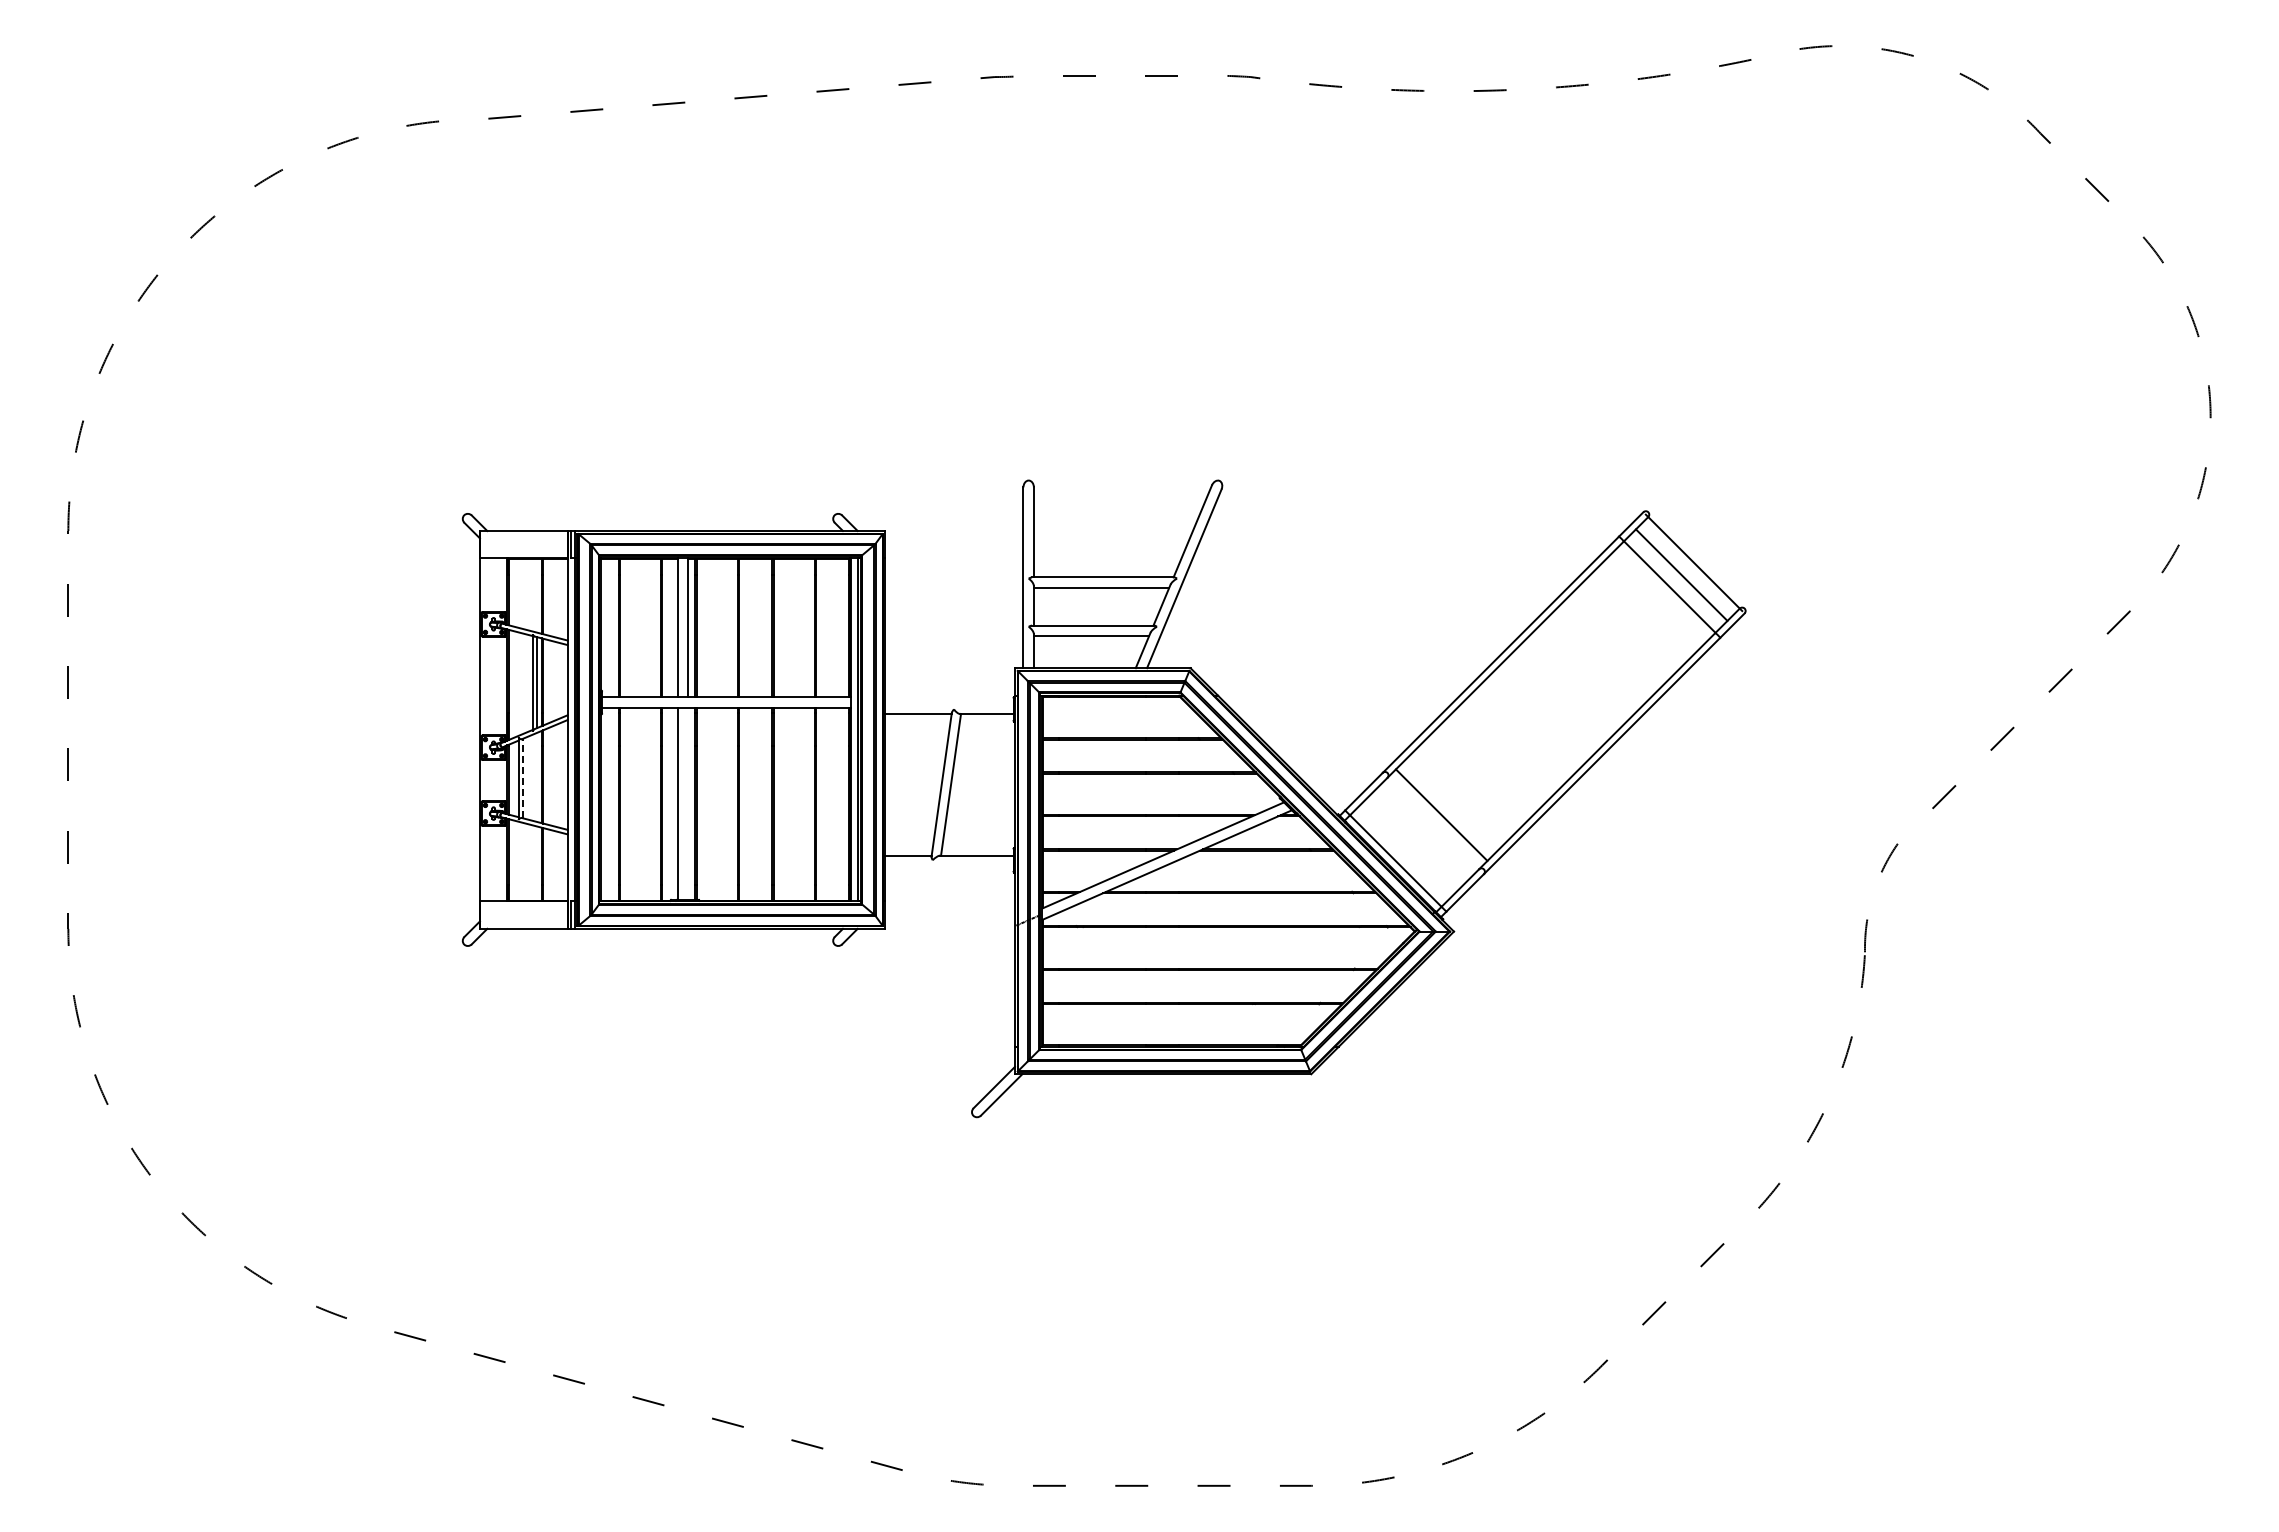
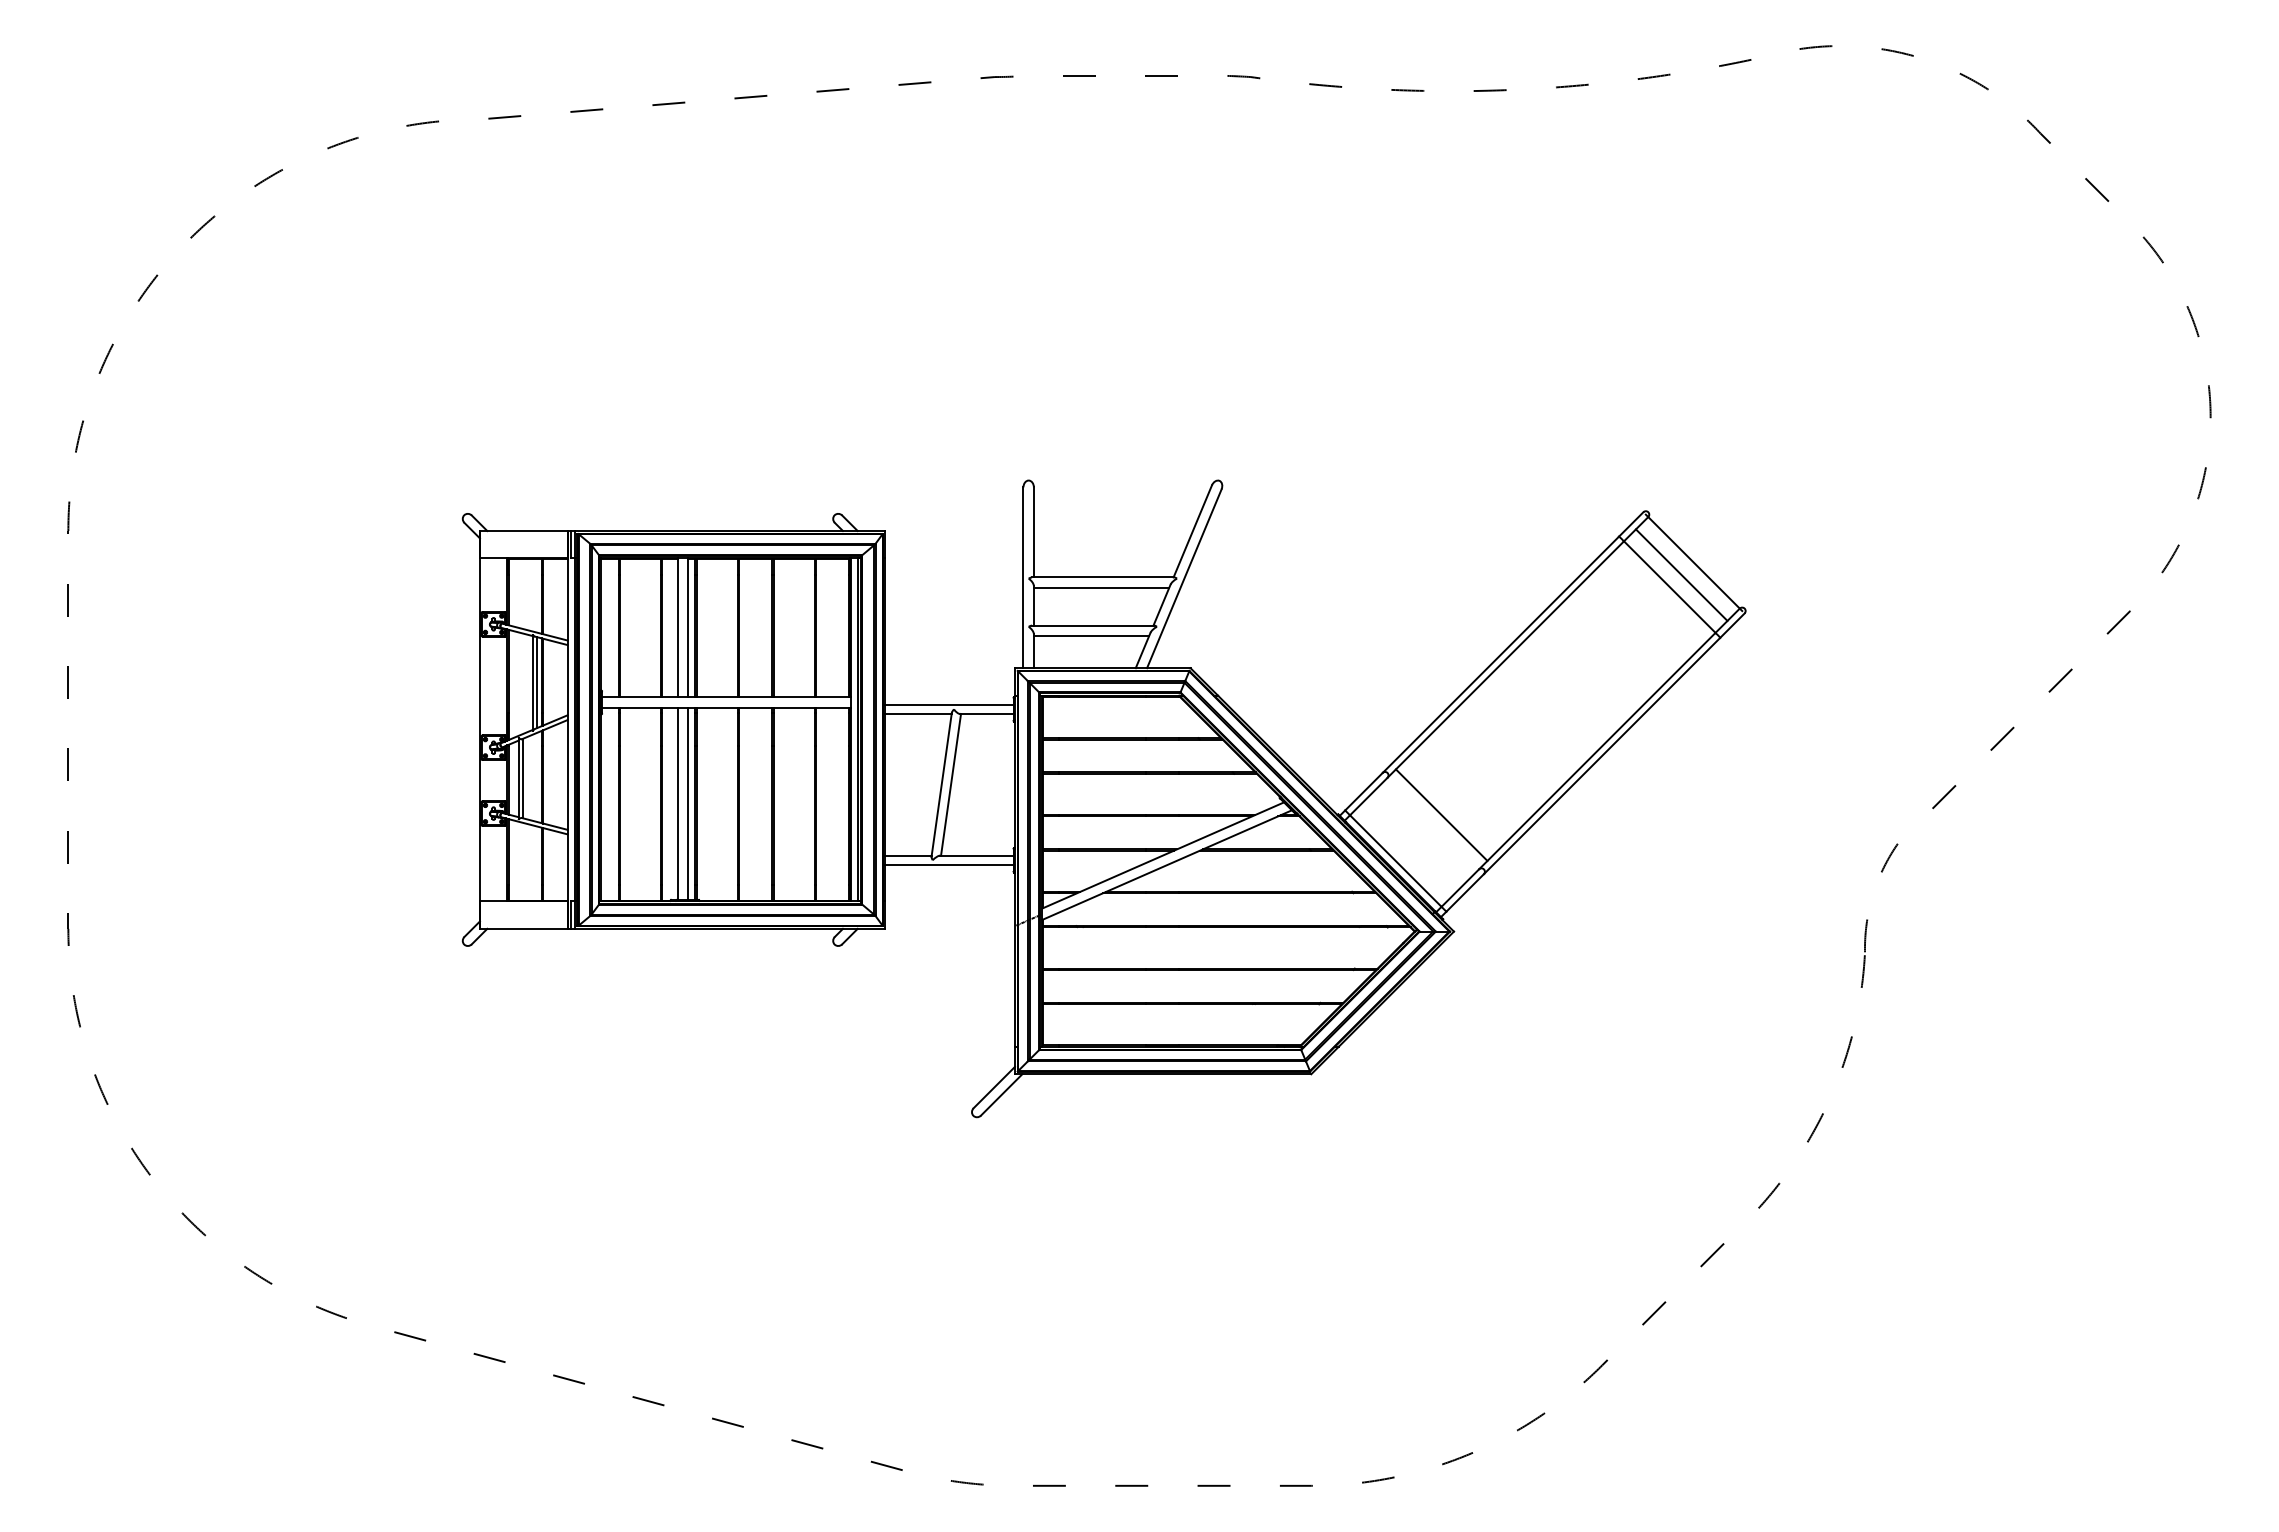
line at (948, 704): none -> present
line at (523, 778): dashed -> solid
line at (688, 803): none -> present
line at (948, 864): none -> present
